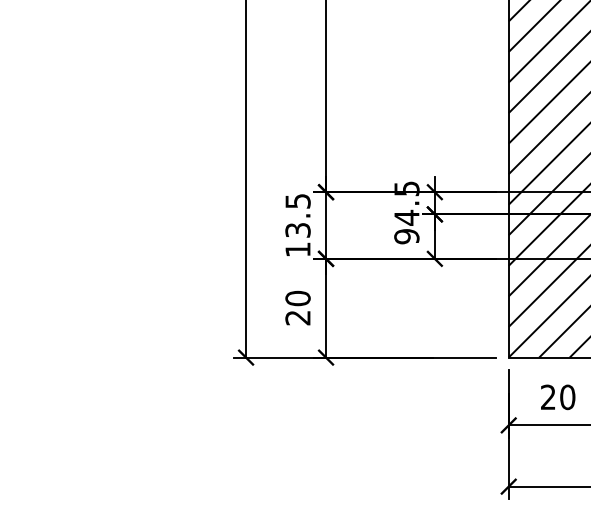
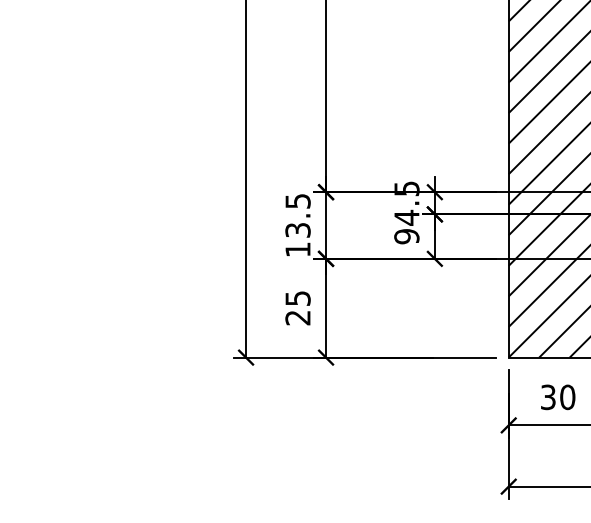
text at (297, 298): 20 -> 25
text at (548, 397): 20 -> 30
